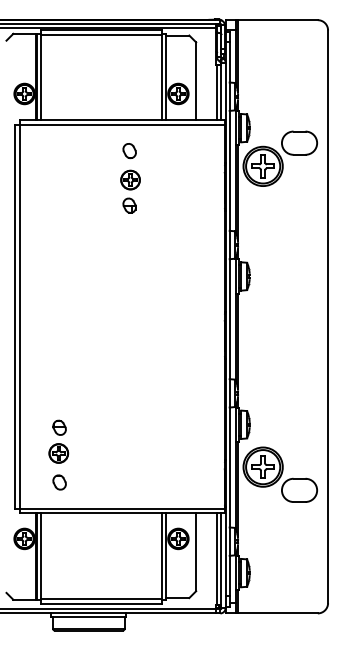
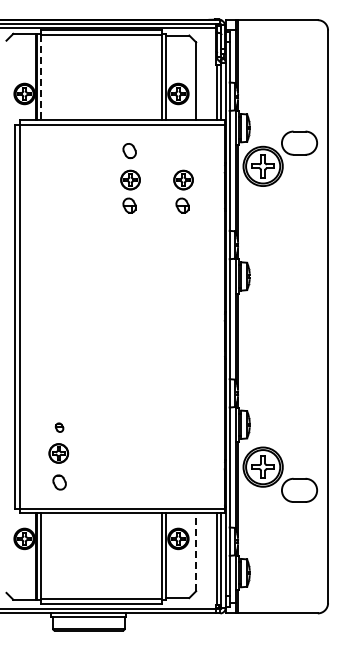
line at (41, 77): solid -> dashed
part at (183, 191): none -> present
part at (59, 427) size: 15x17 px -> 11x11 px
line at (196, 552): solid -> dashed
